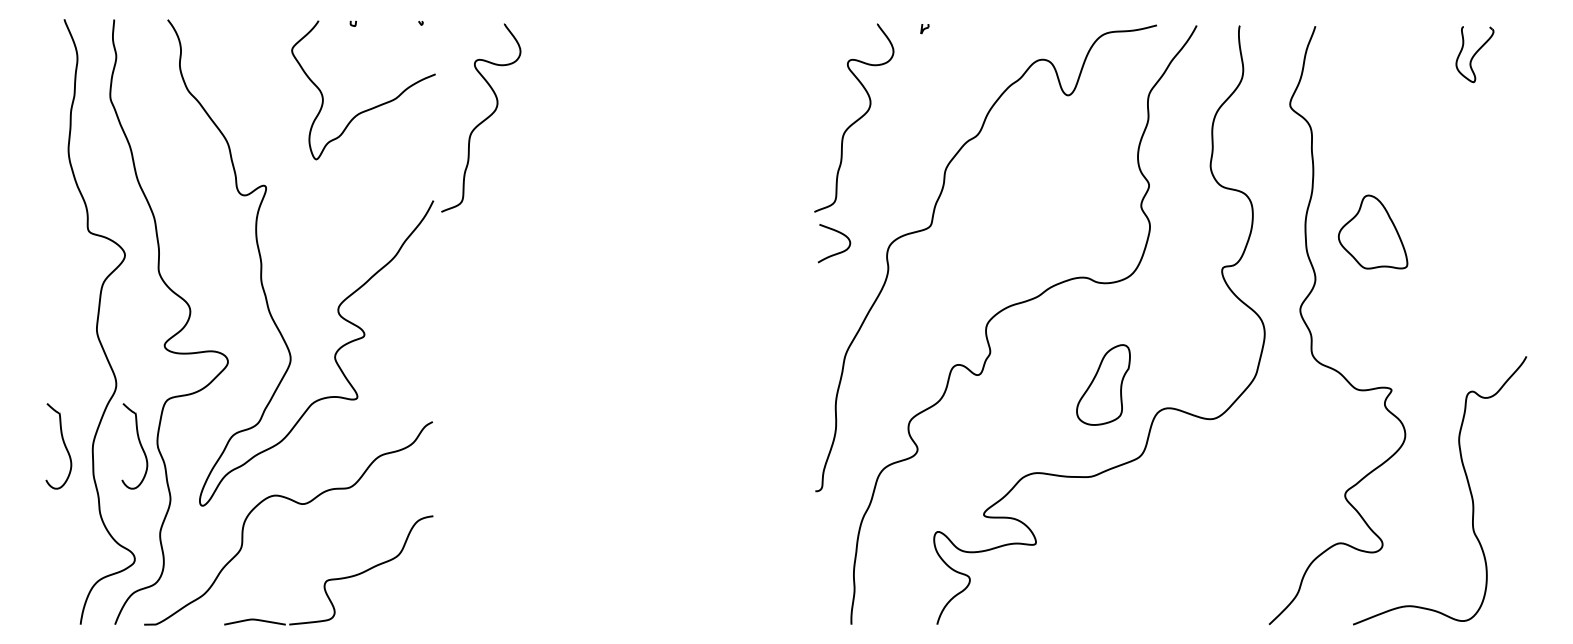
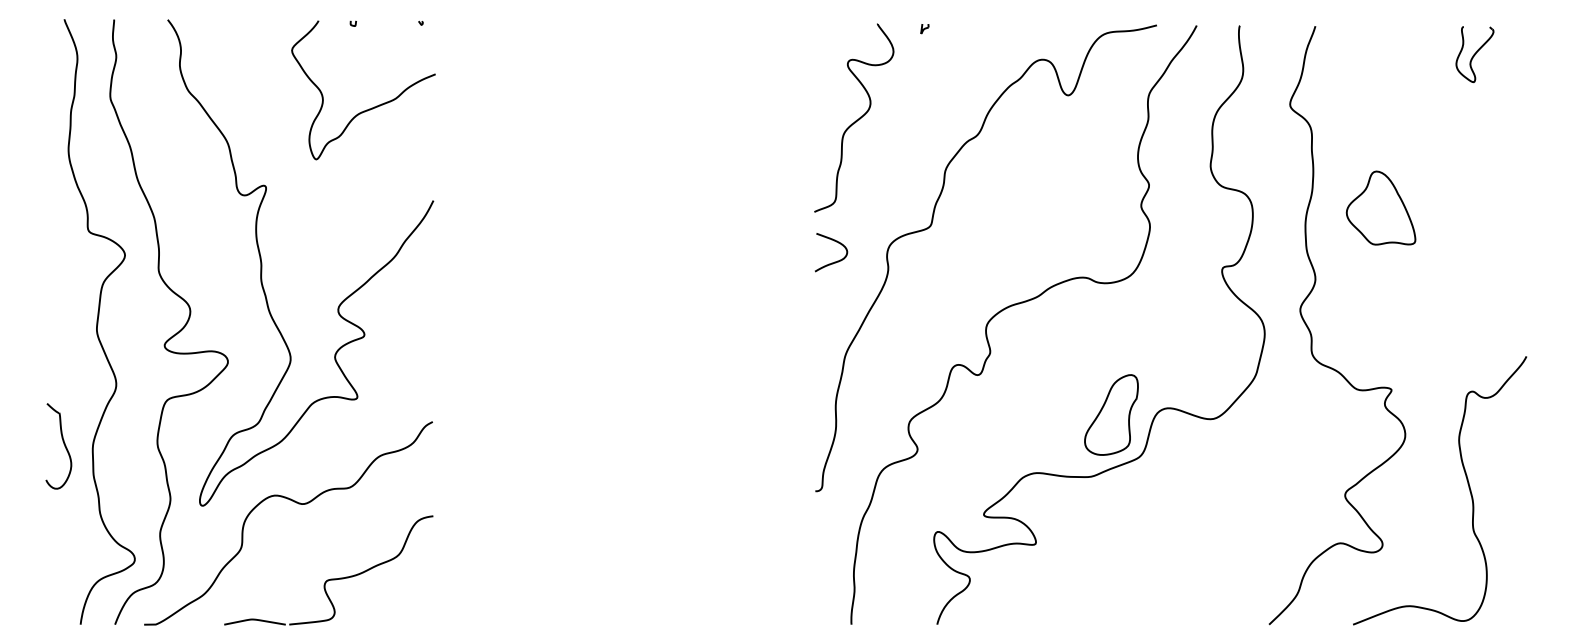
curve at (482, 120): present -> none
part at (1372, 231) position: (1372, 231) -> (1380, 207)
curve at (837, 252) position: (837, 252) -> (834, 261)
part at (1103, 384) position: (1103, 384) -> (1111, 414)
part at (134, 446): present -> none
